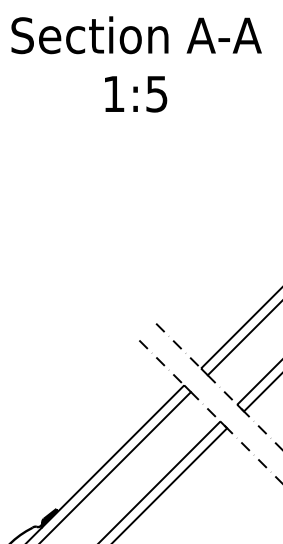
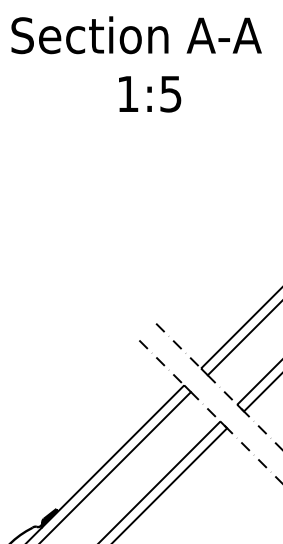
text at (136, 94) position: (136, 94) -> (150, 94)
